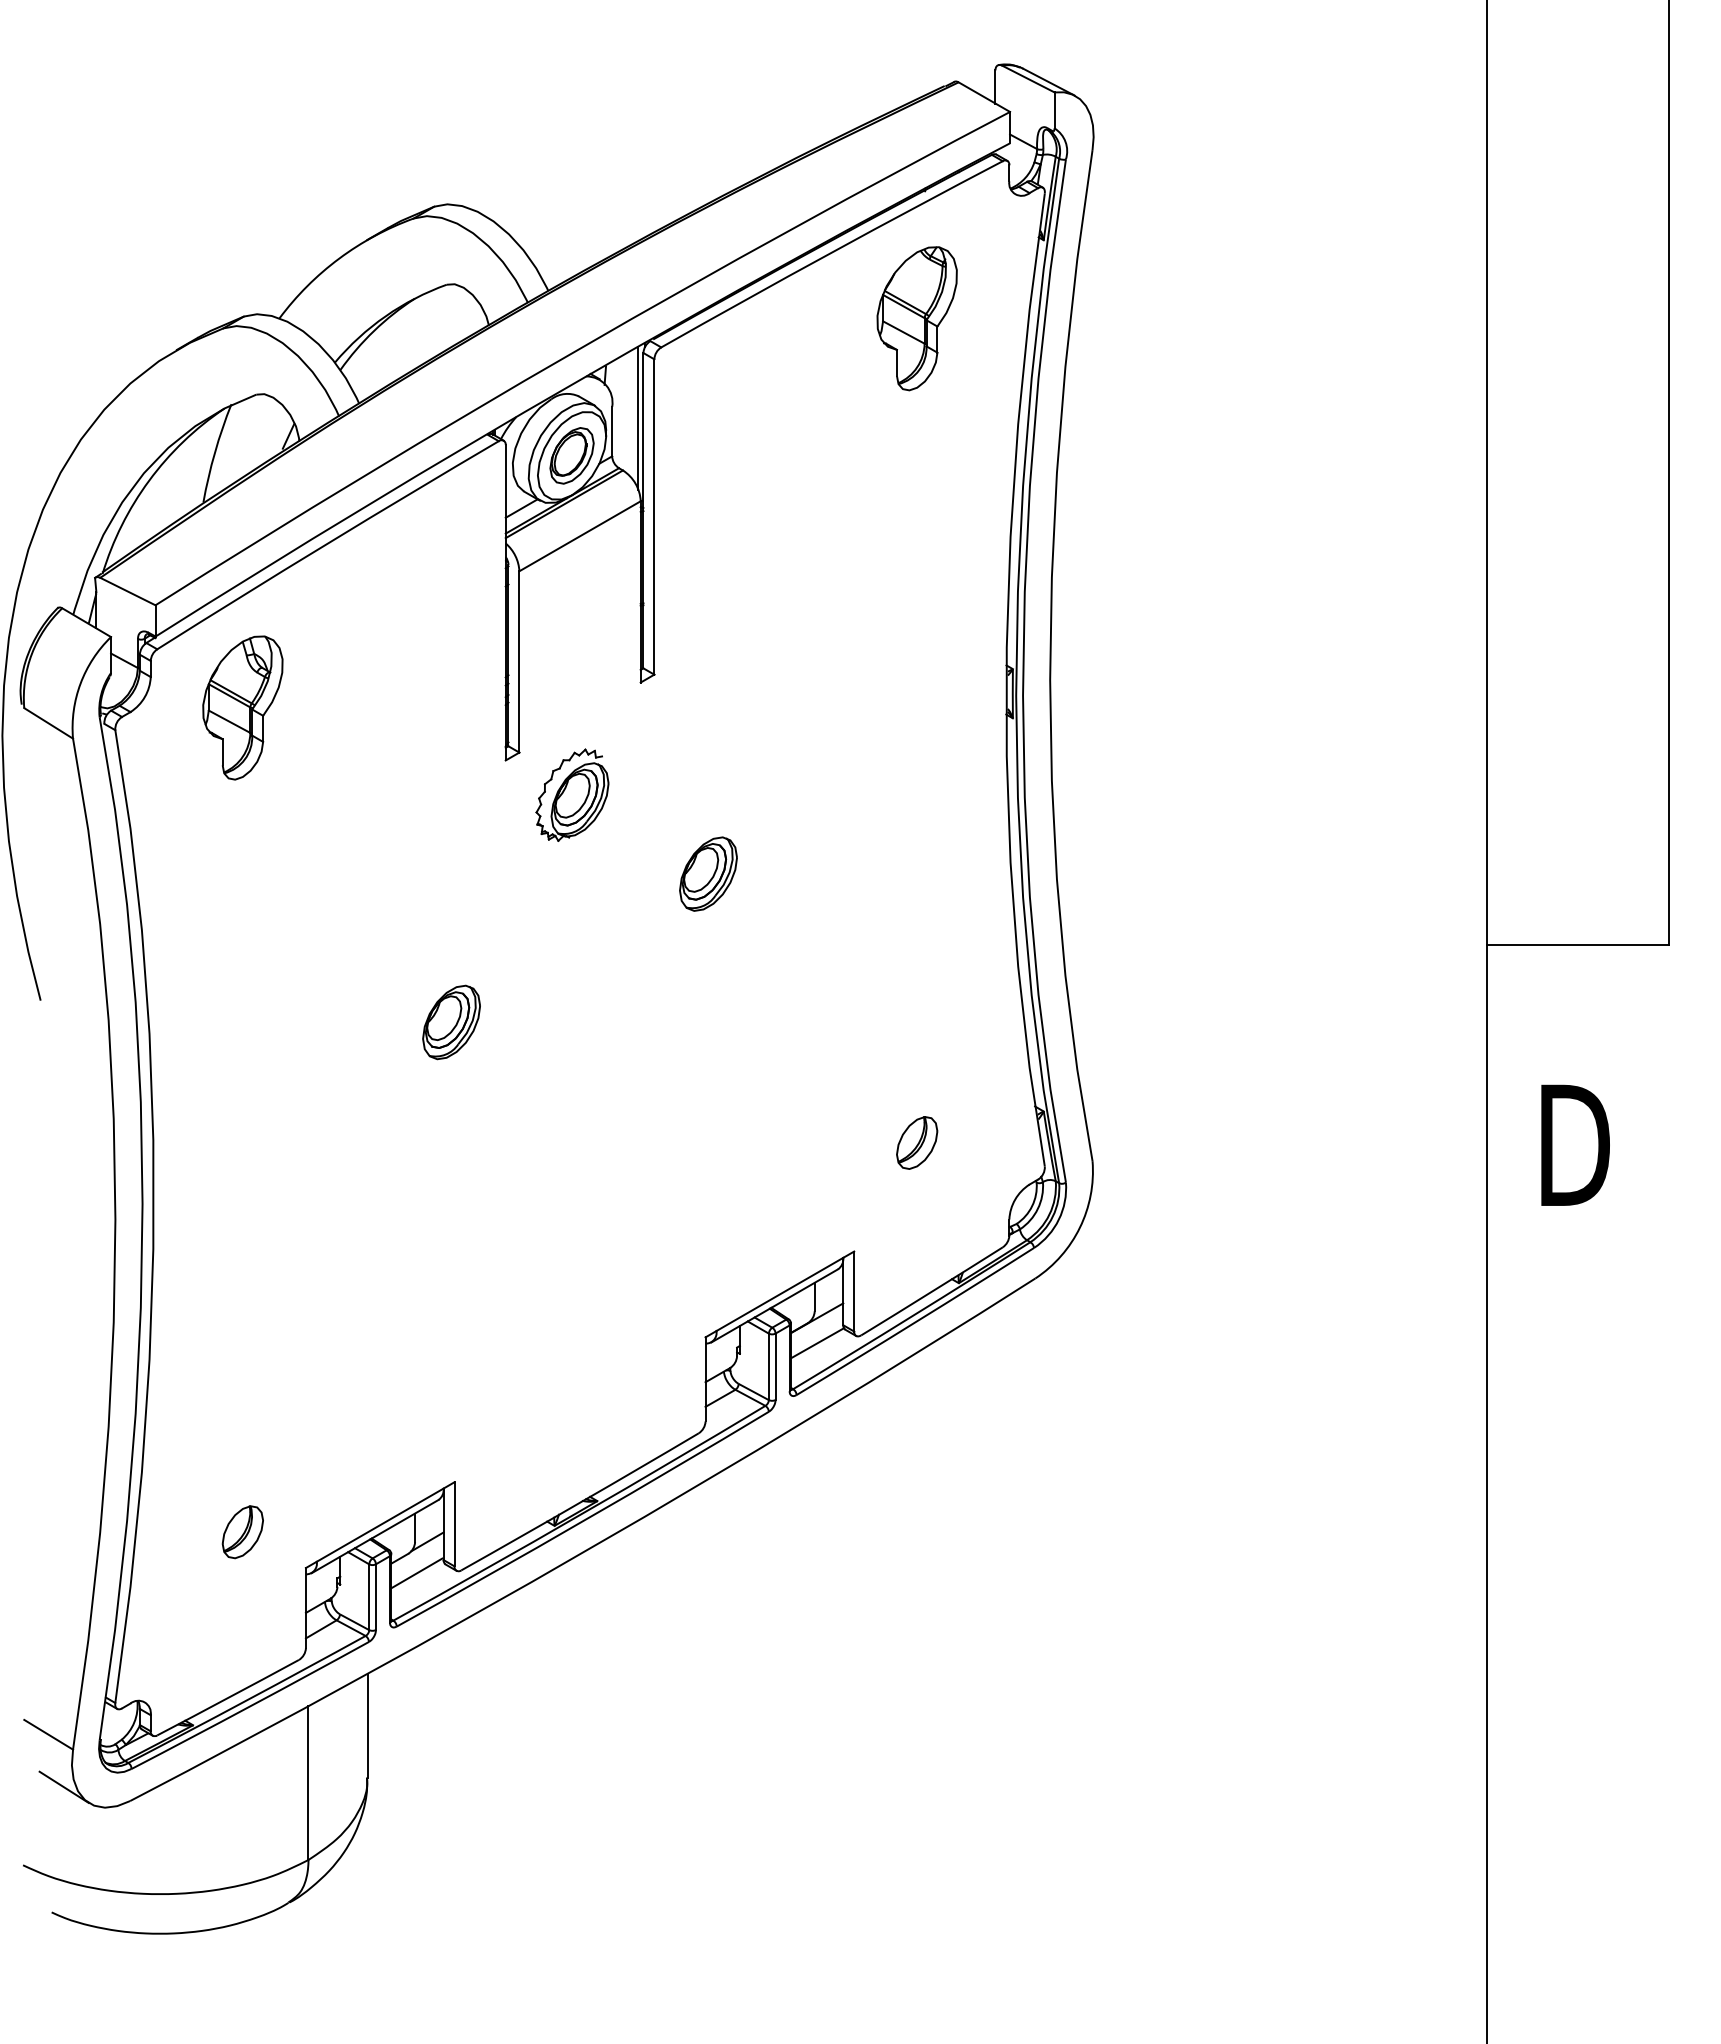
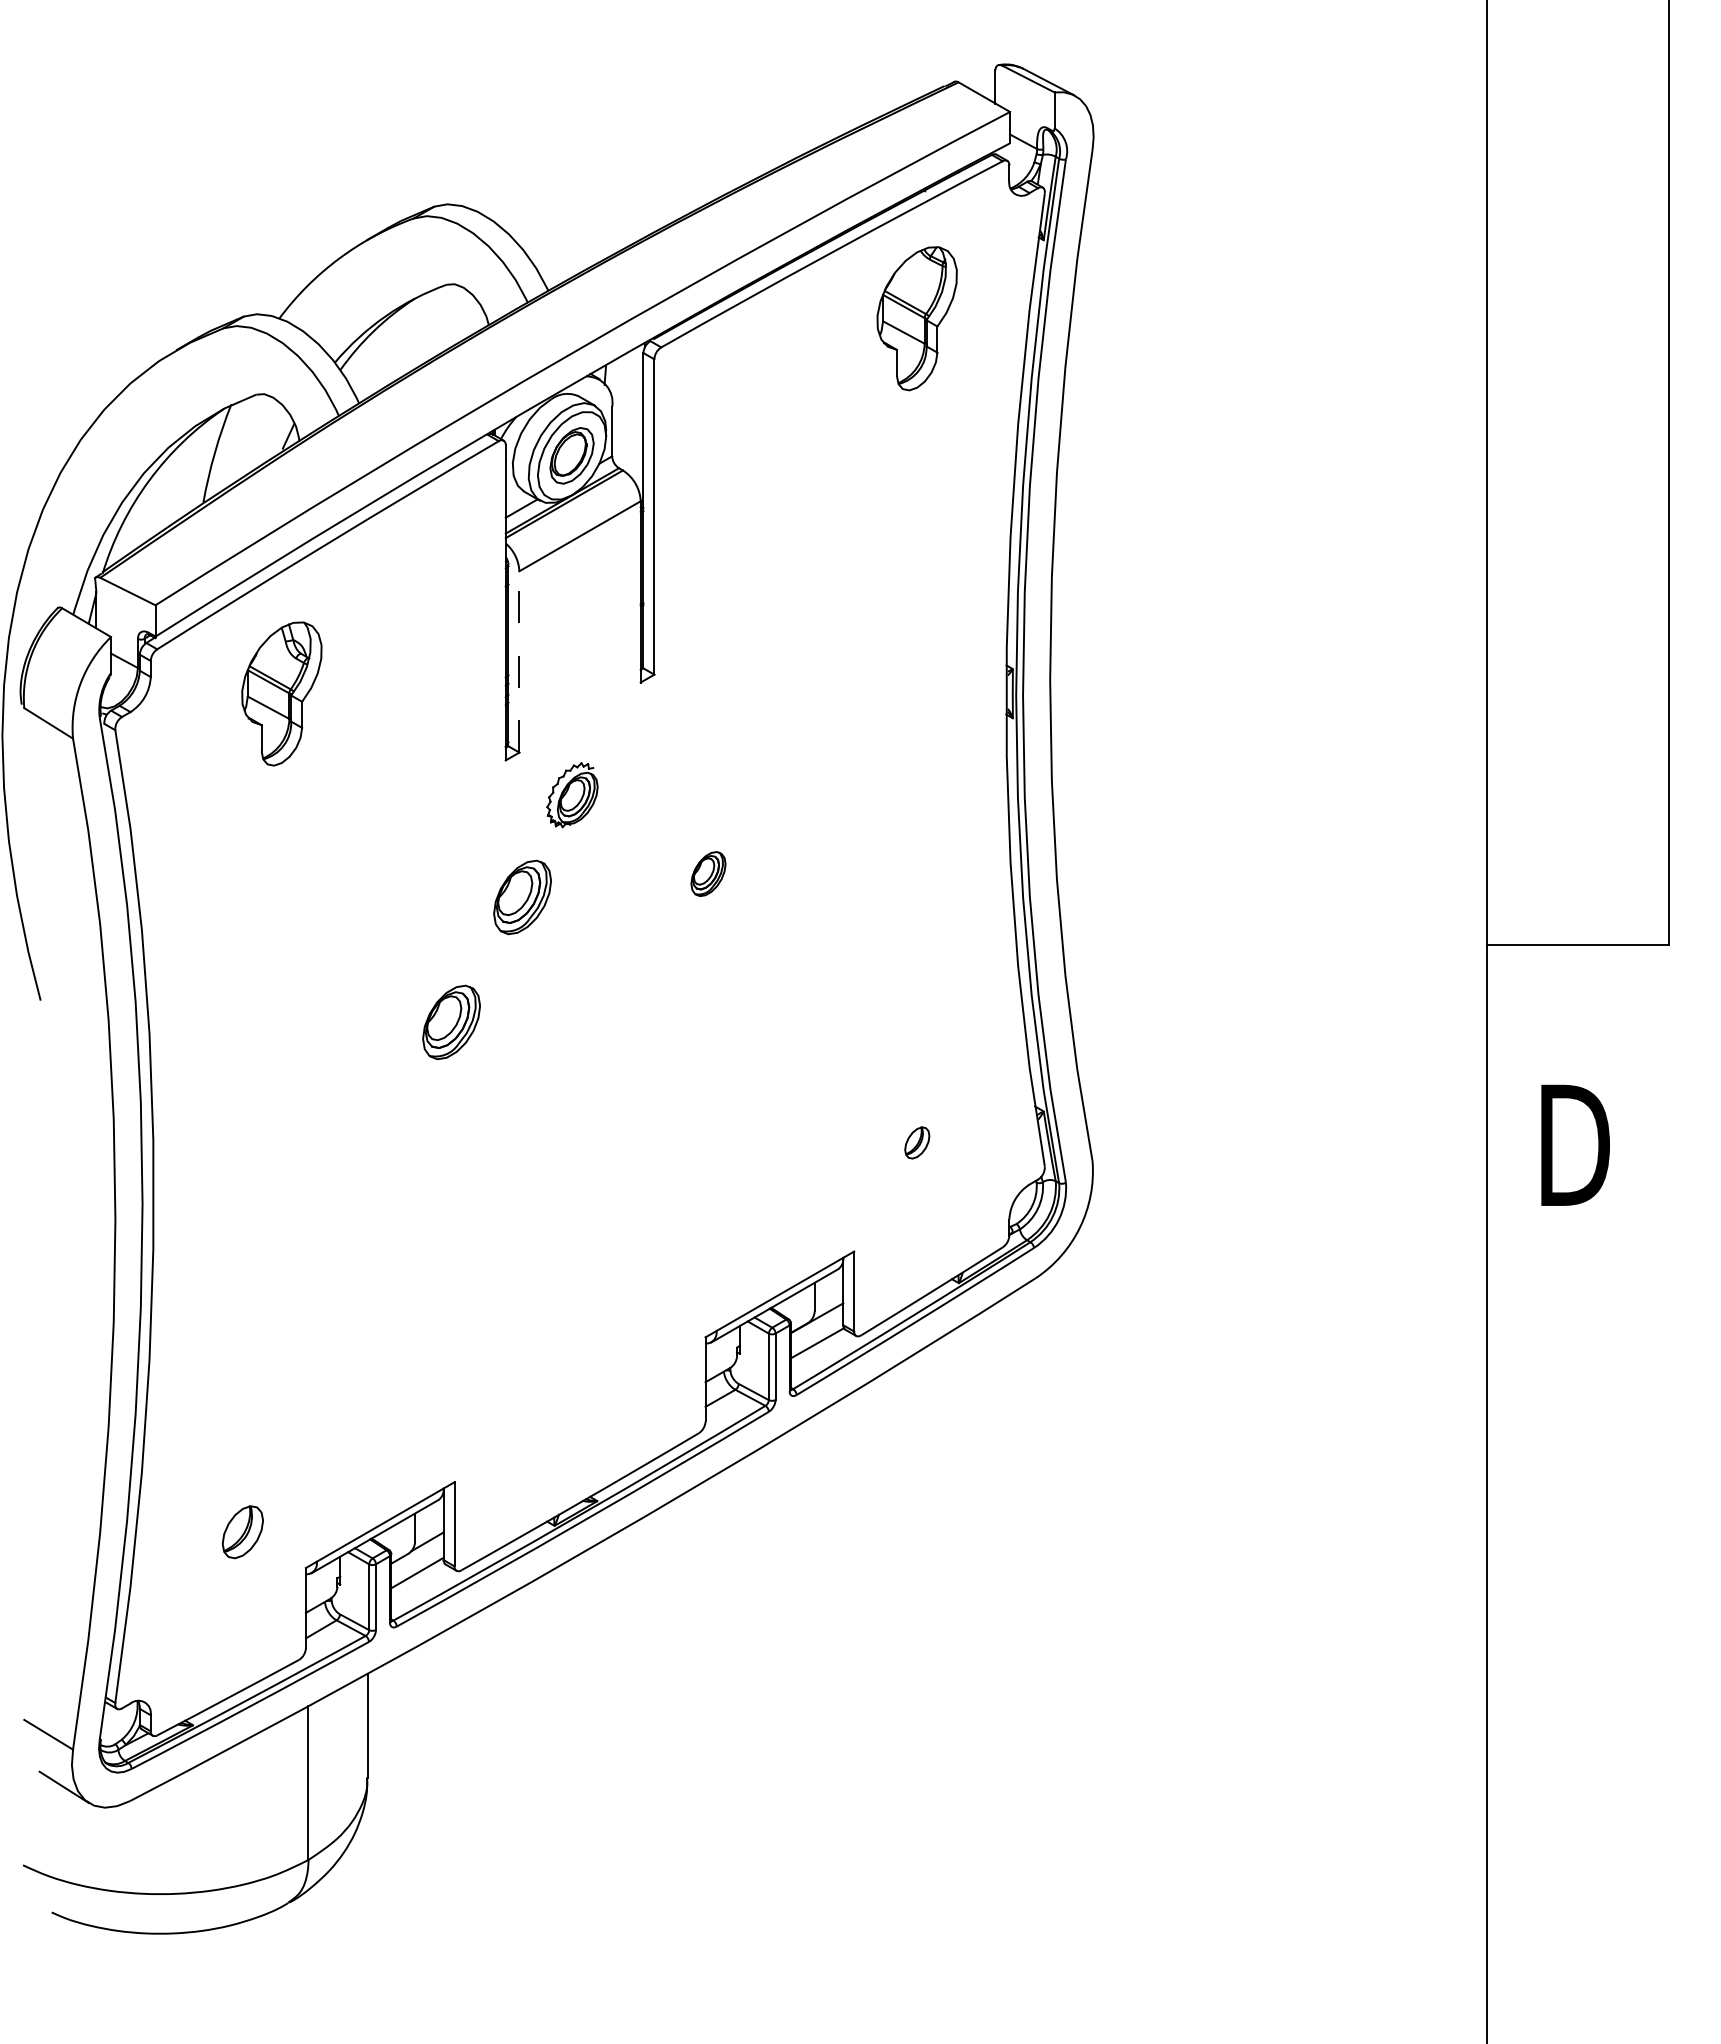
line at (638, 417): present -> none
line at (519, 661): solid -> dashed
part at (242, 707) position: (242, 707) -> (281, 693)
part at (572, 794) size: 75x94 px -> 53x67 px
part at (708, 873) size: 59x76 px -> 37x46 px
part at (522, 897): none -> present
part at (917, 1142) size: 43x54 px -> 27x34 px
